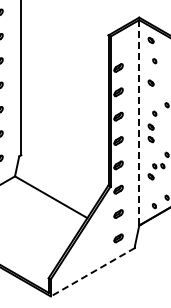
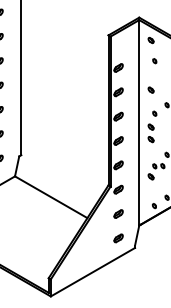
part at (150, 82) position: (150, 82) -> (150, 89)
line at (139, 122): dashed -> solid
line at (92, 272): dashed -> solid
